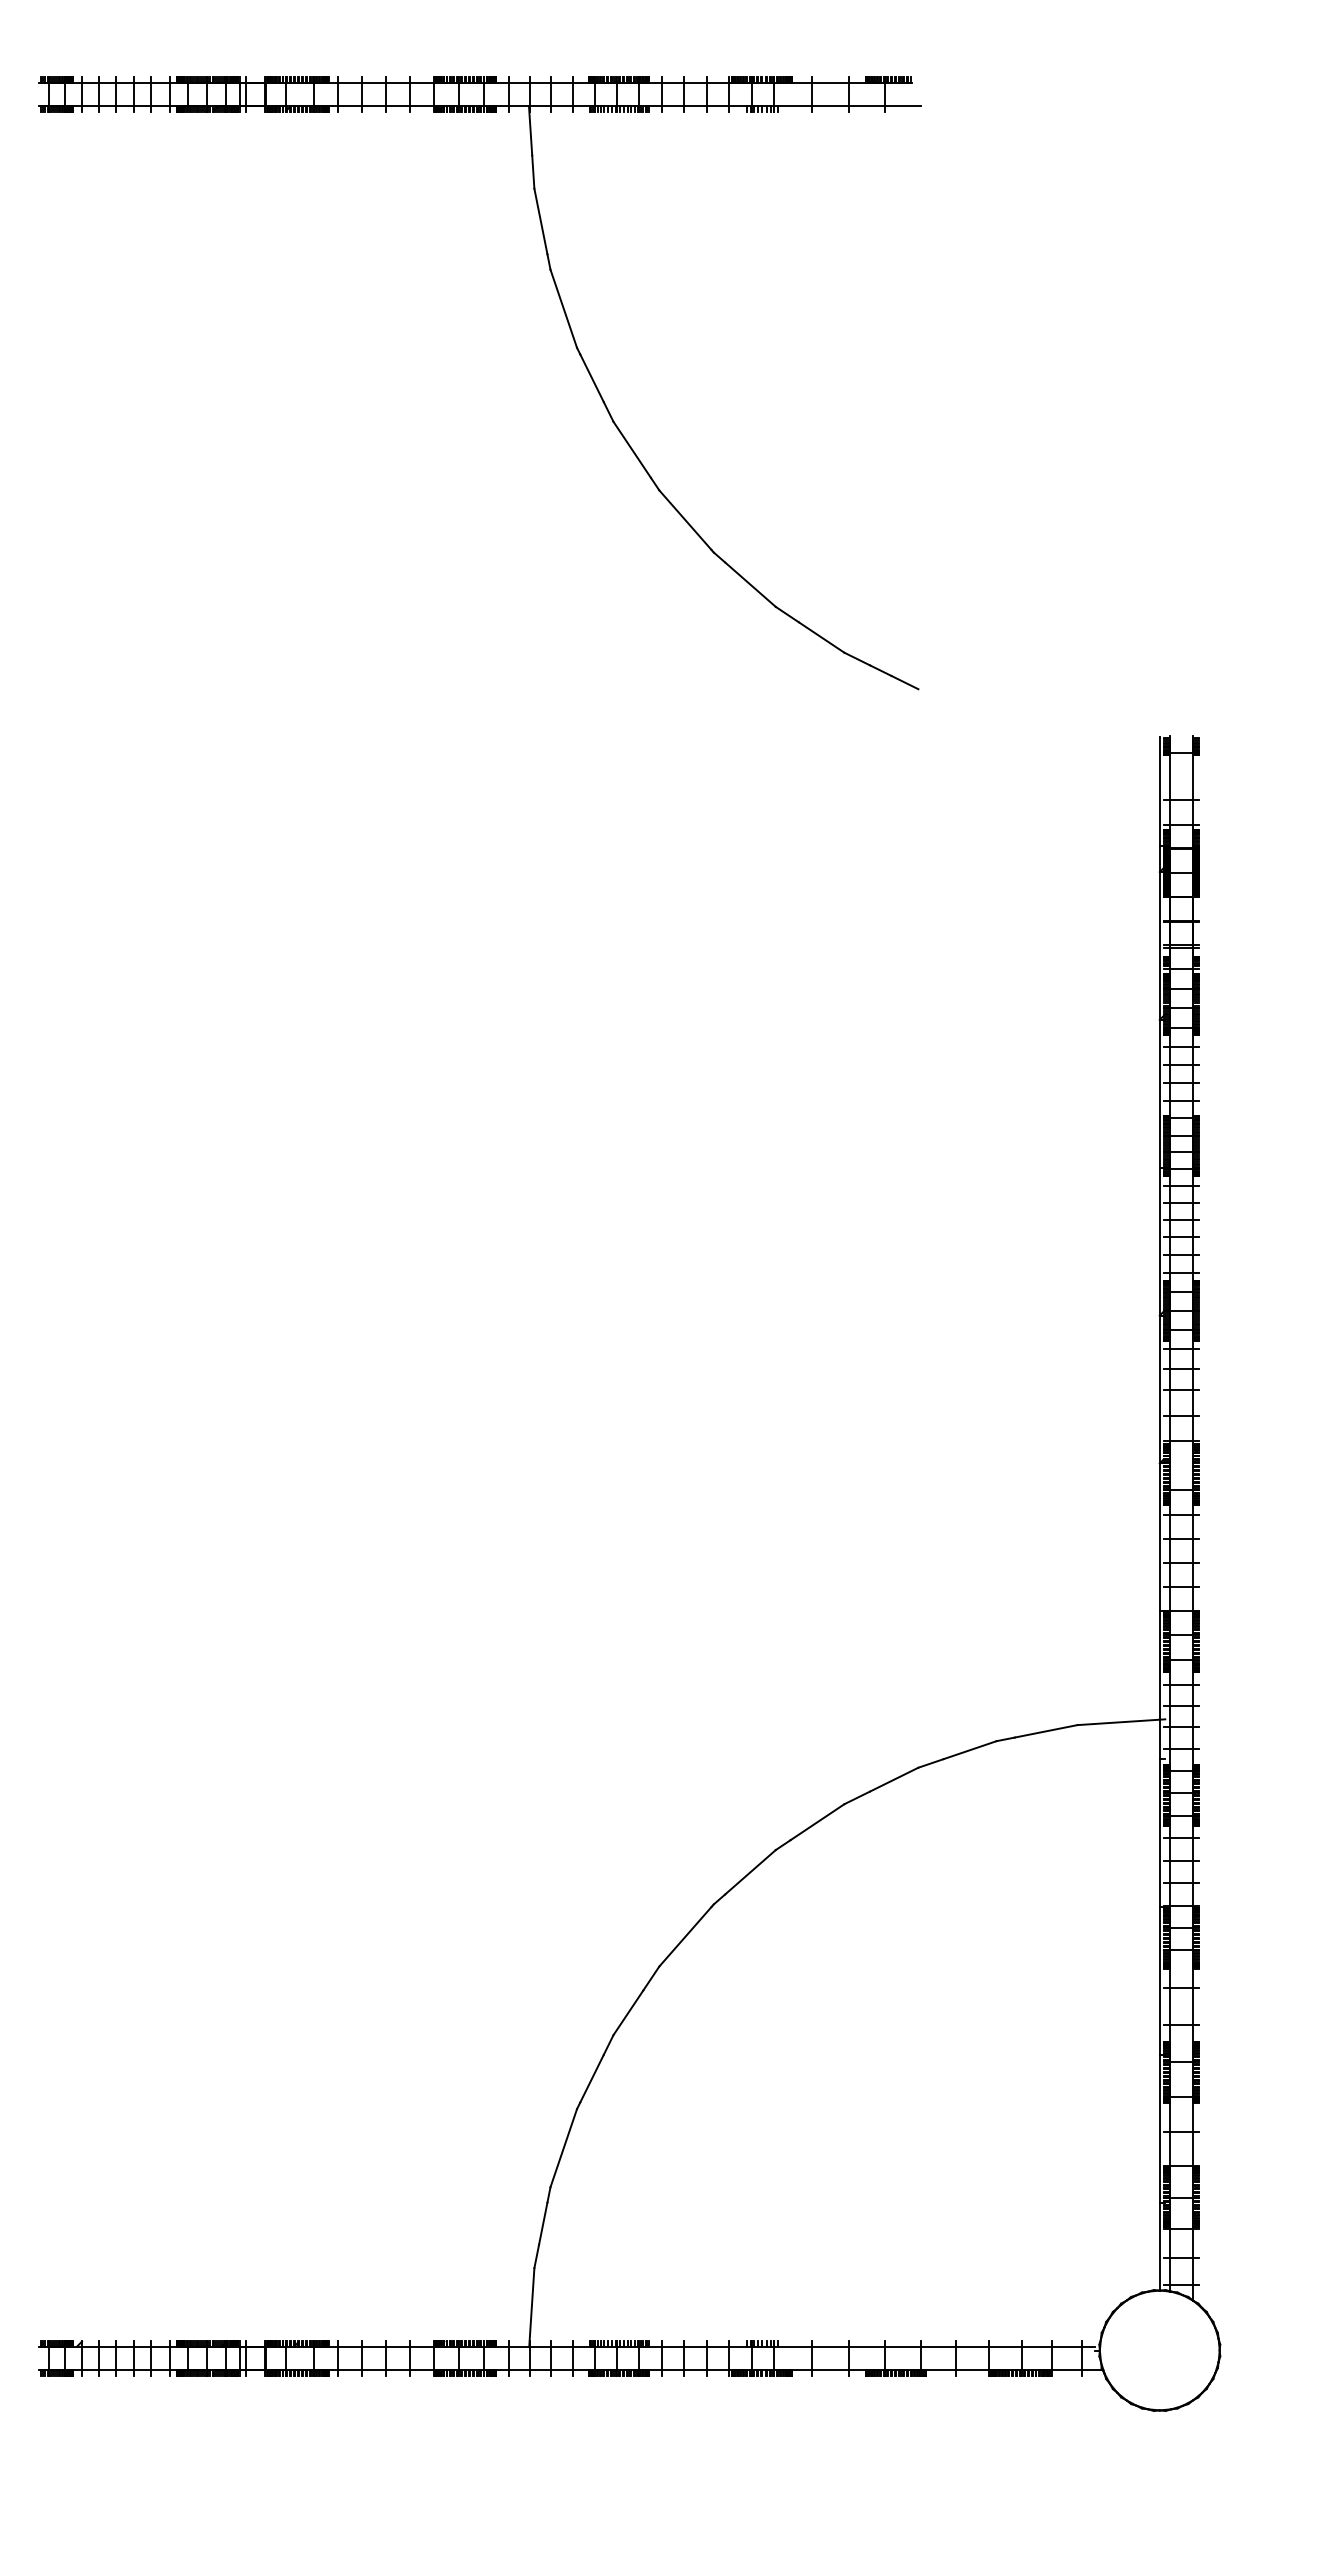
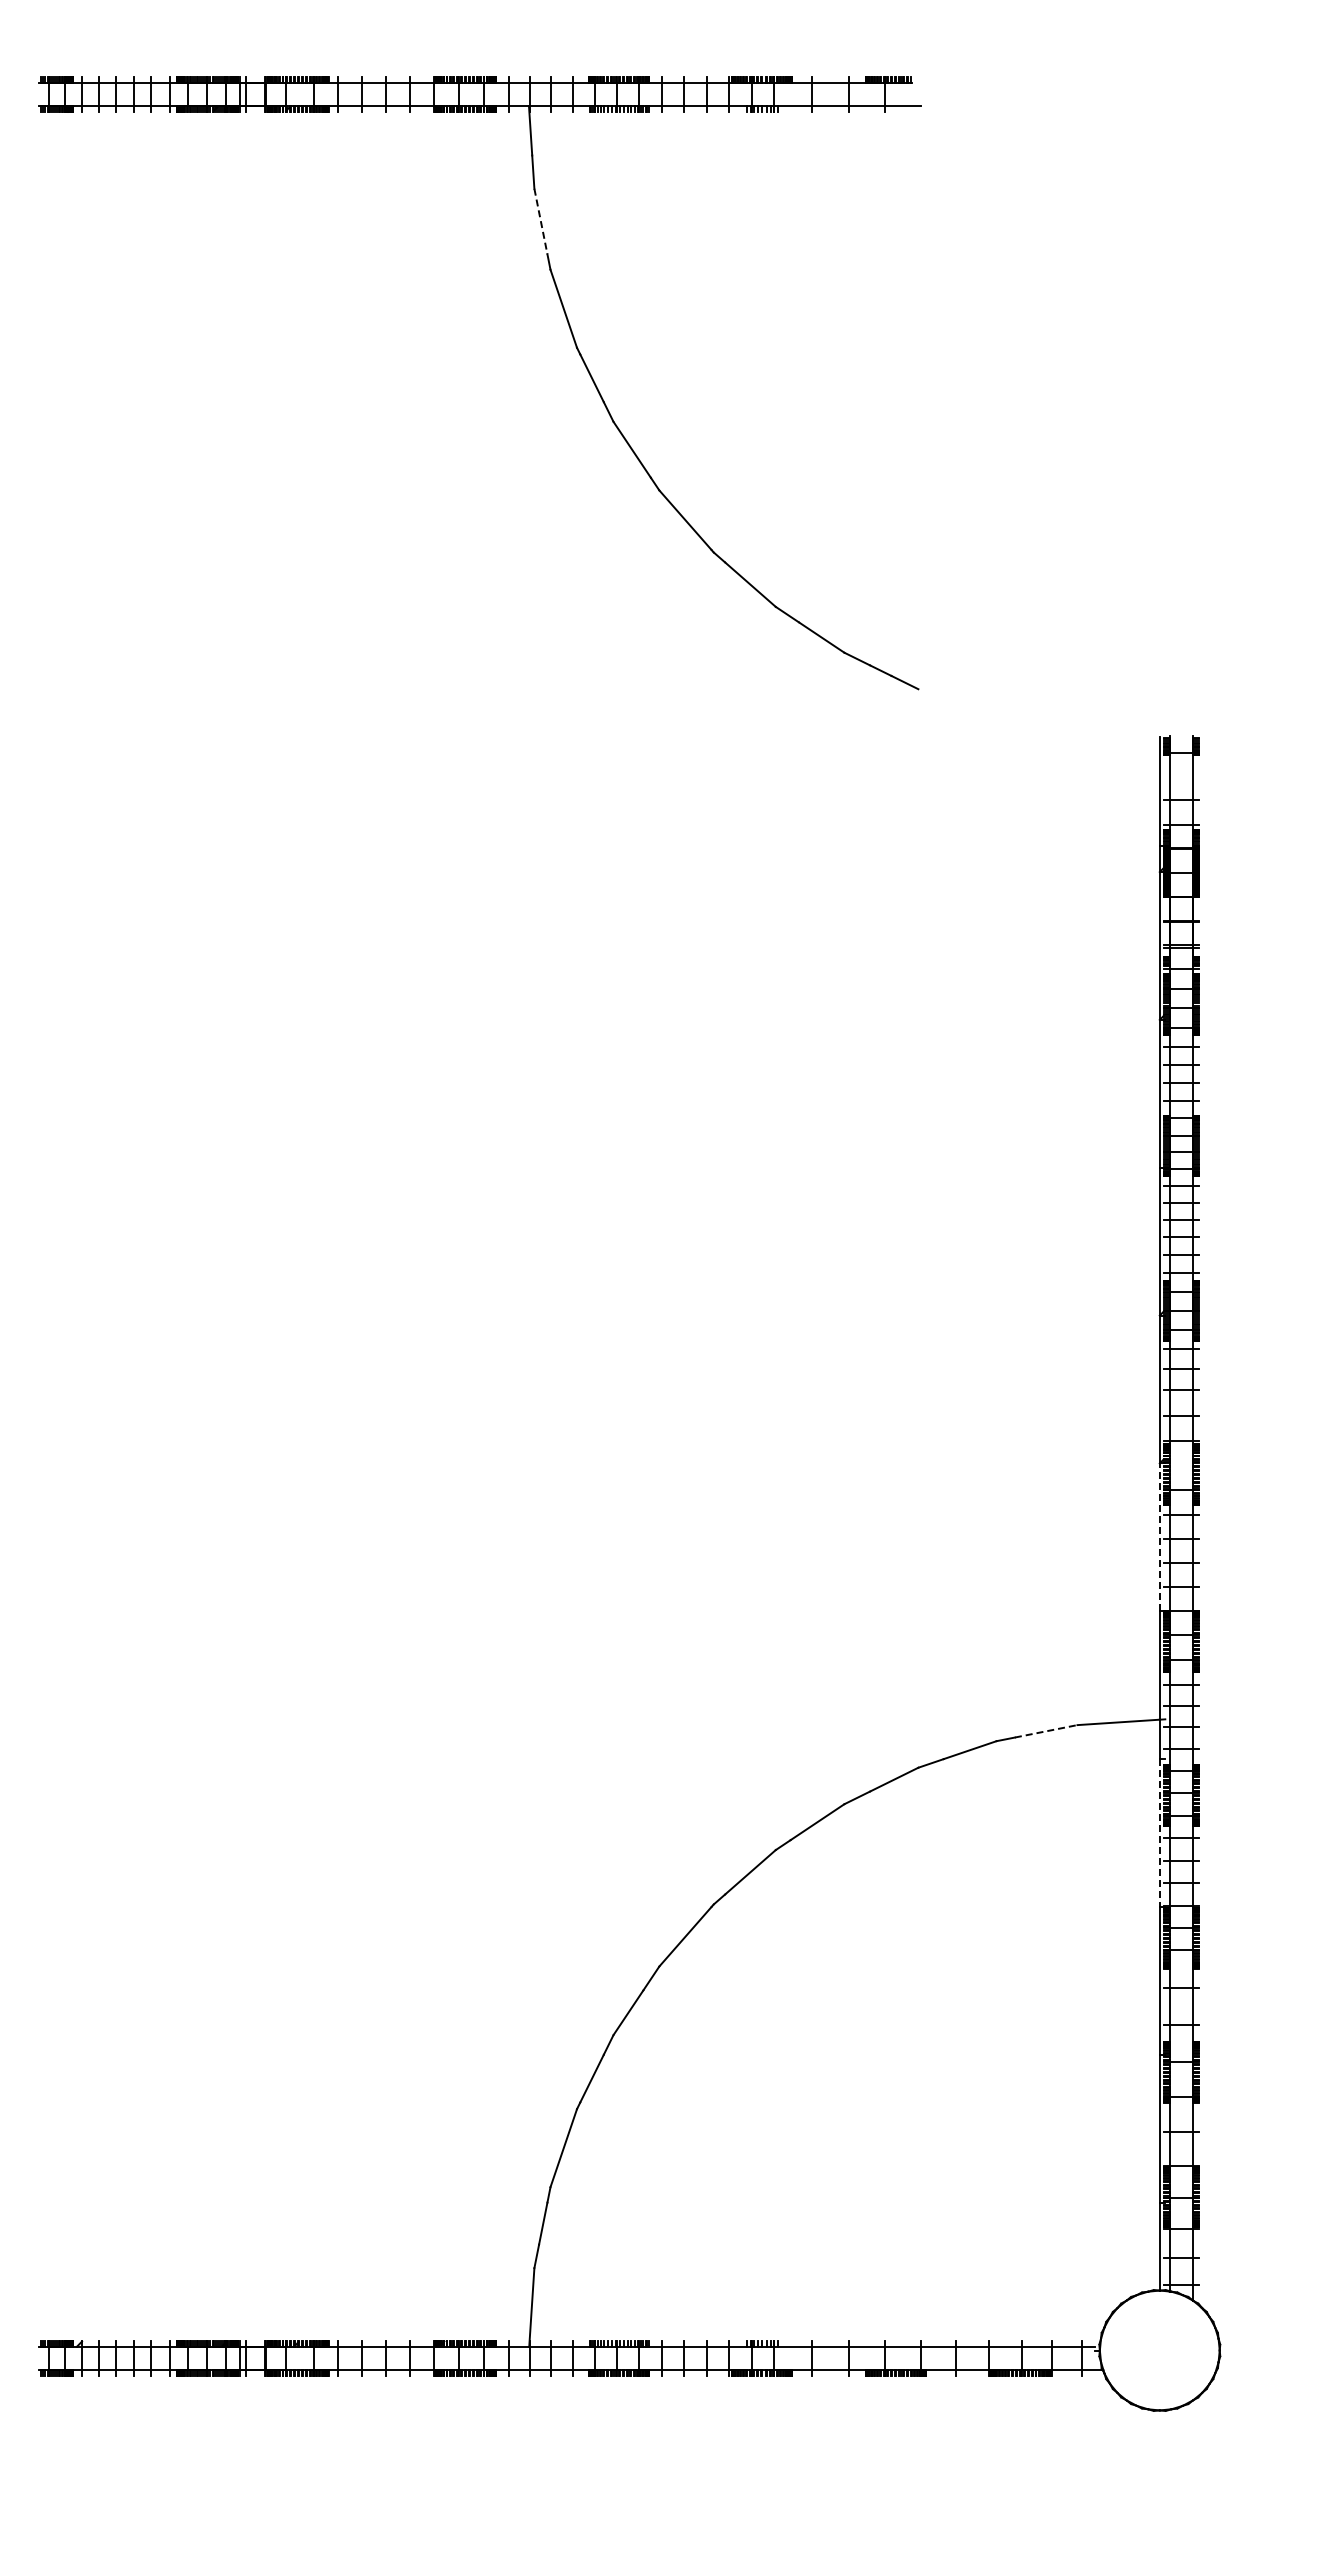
line at (541, 222): solid -> dashed
line at (1159, 1537): solid -> dashed
line at (1046, 1731): solid -> dashed
line at (1159, 1833): solid -> dashed
